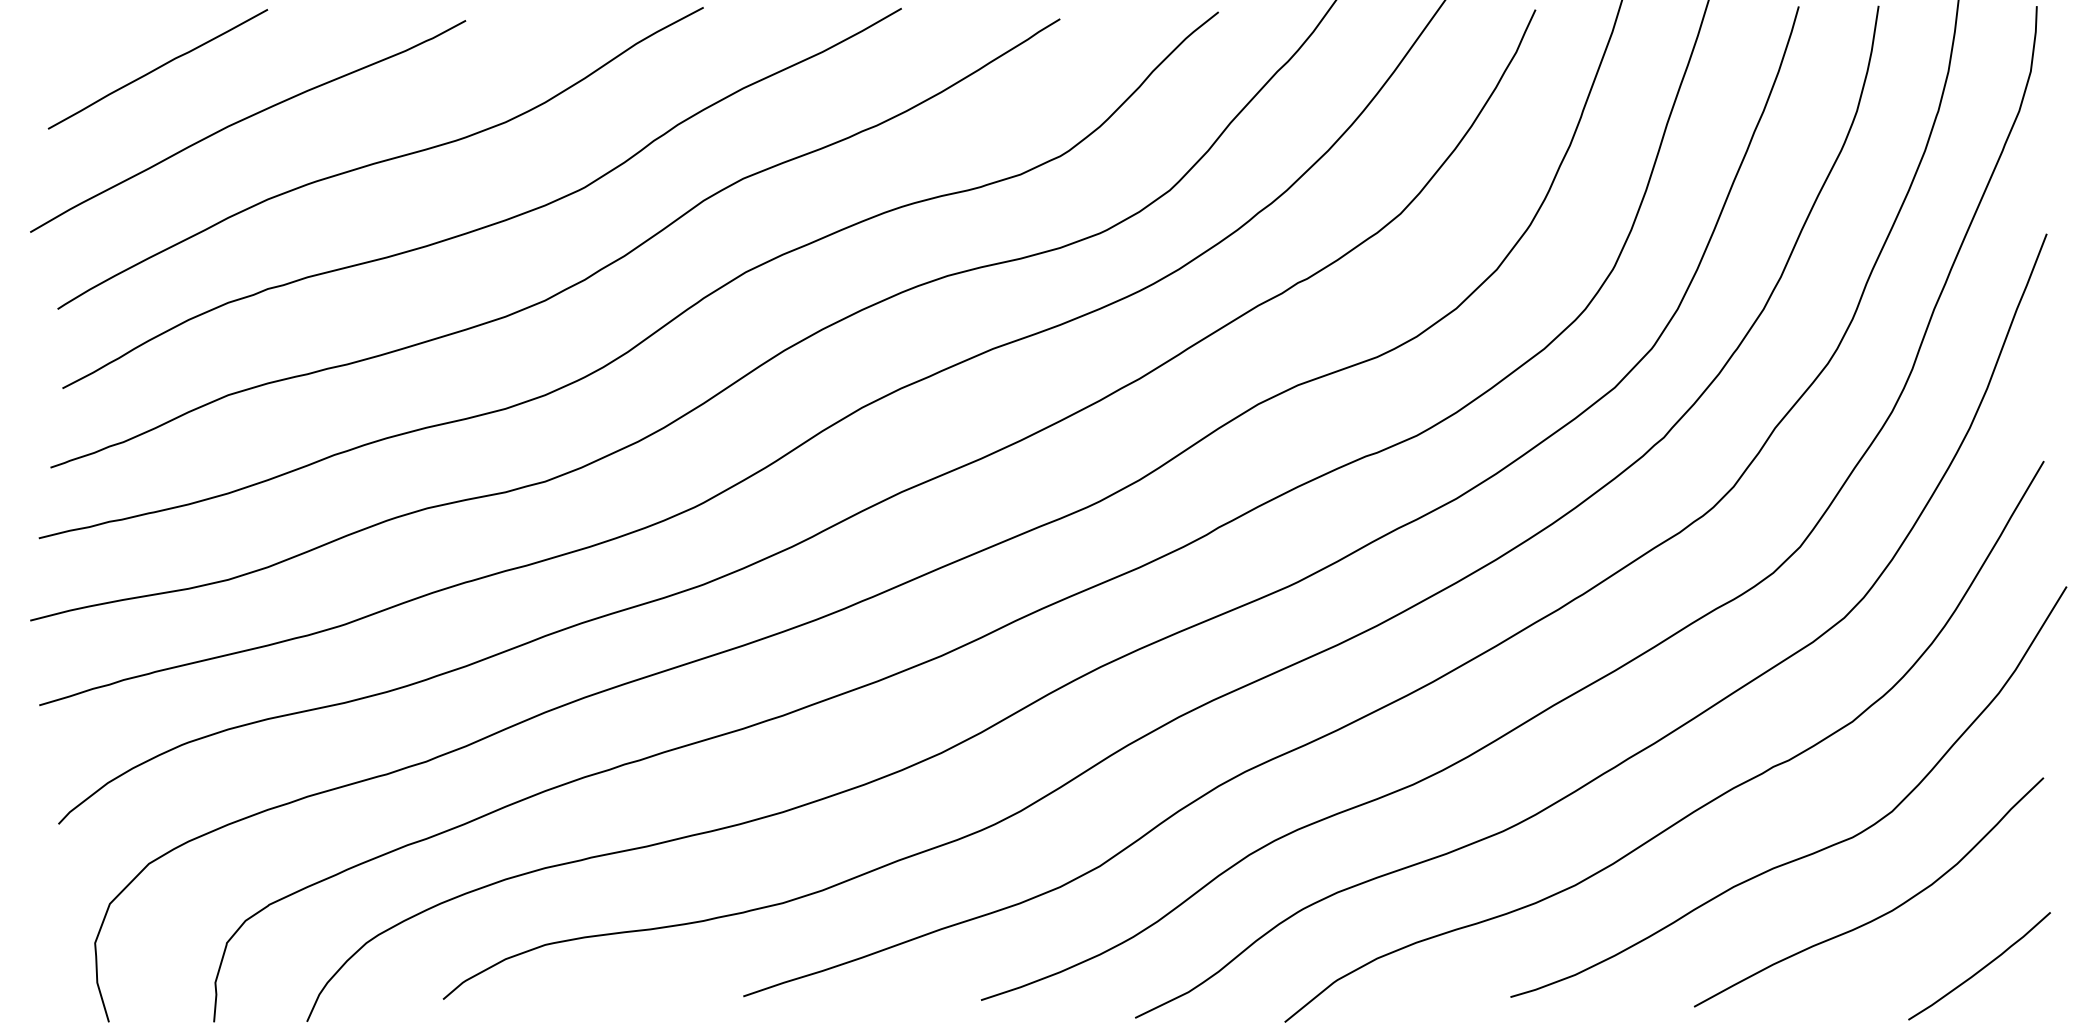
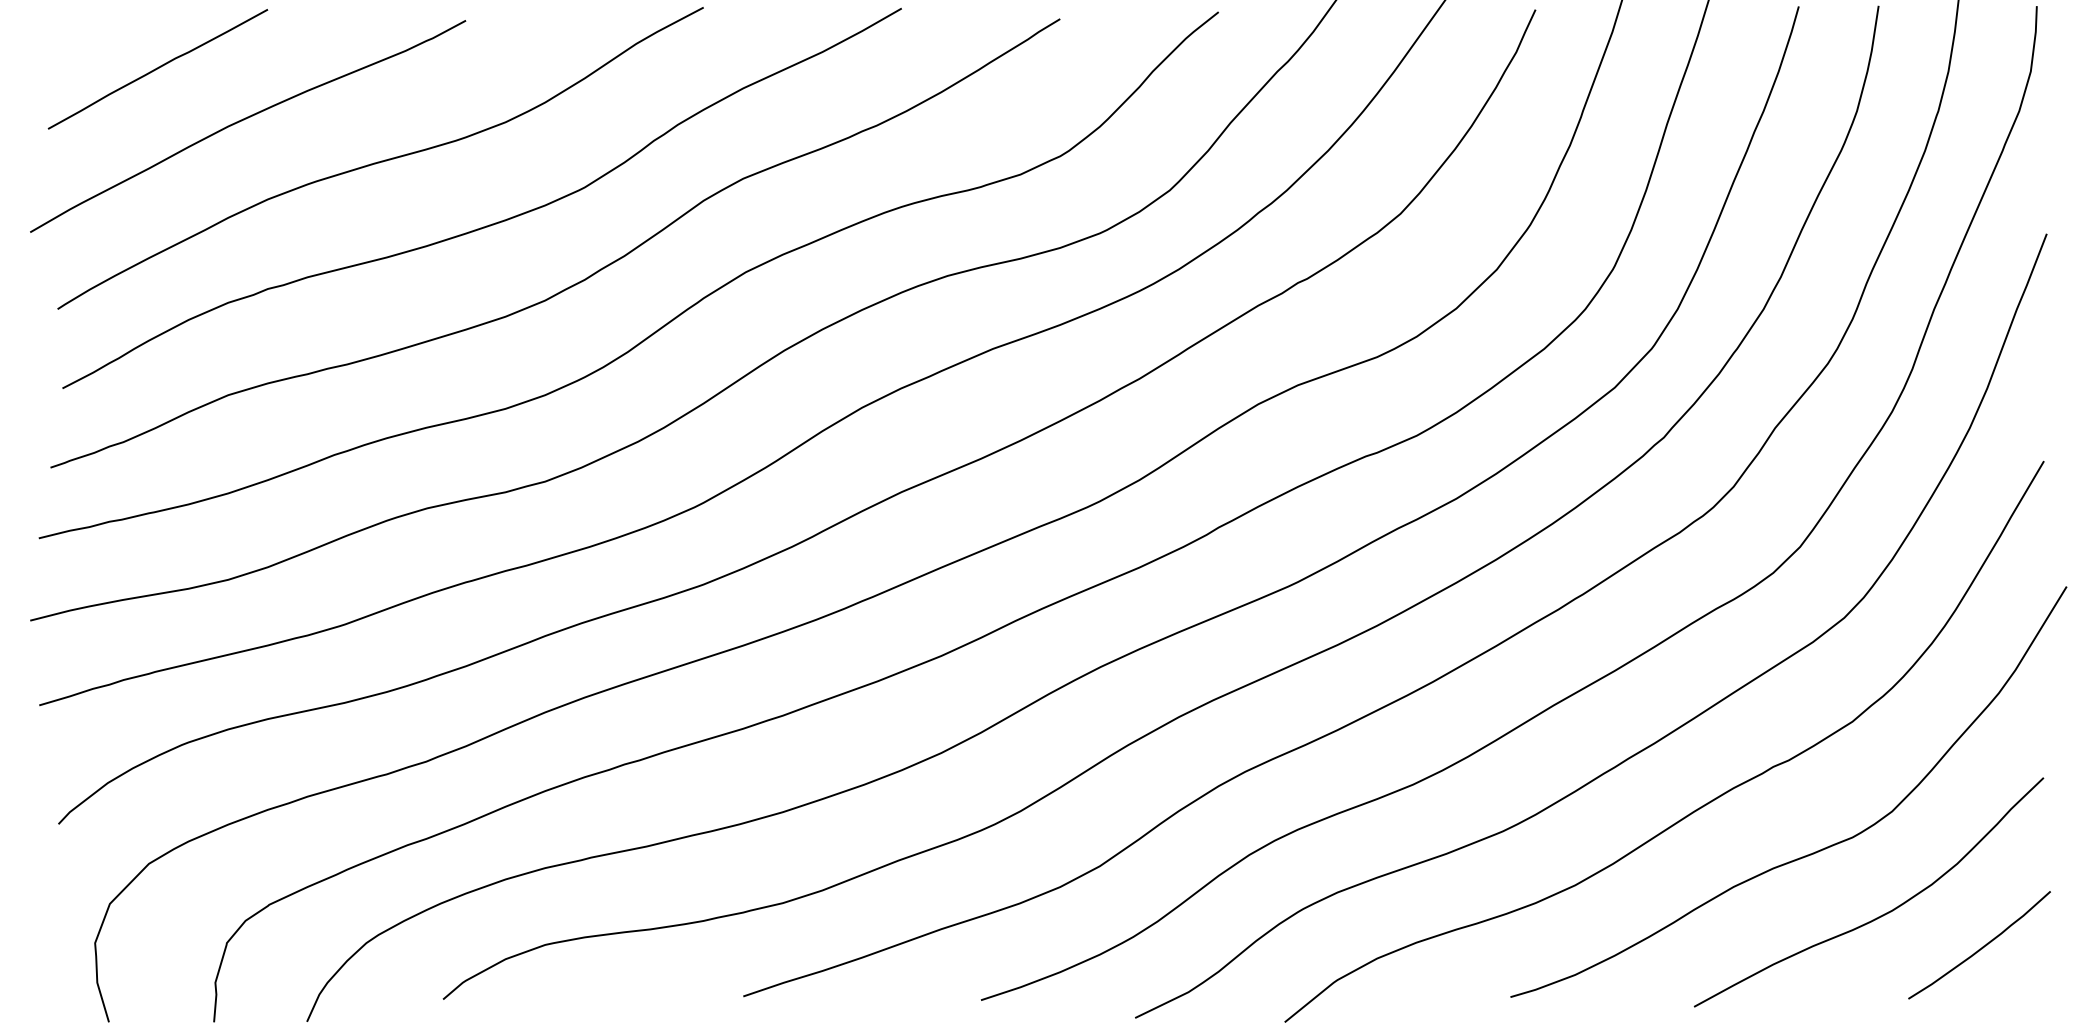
curve at (1981, 968) position: (1981, 968) -> (1981, 947)
